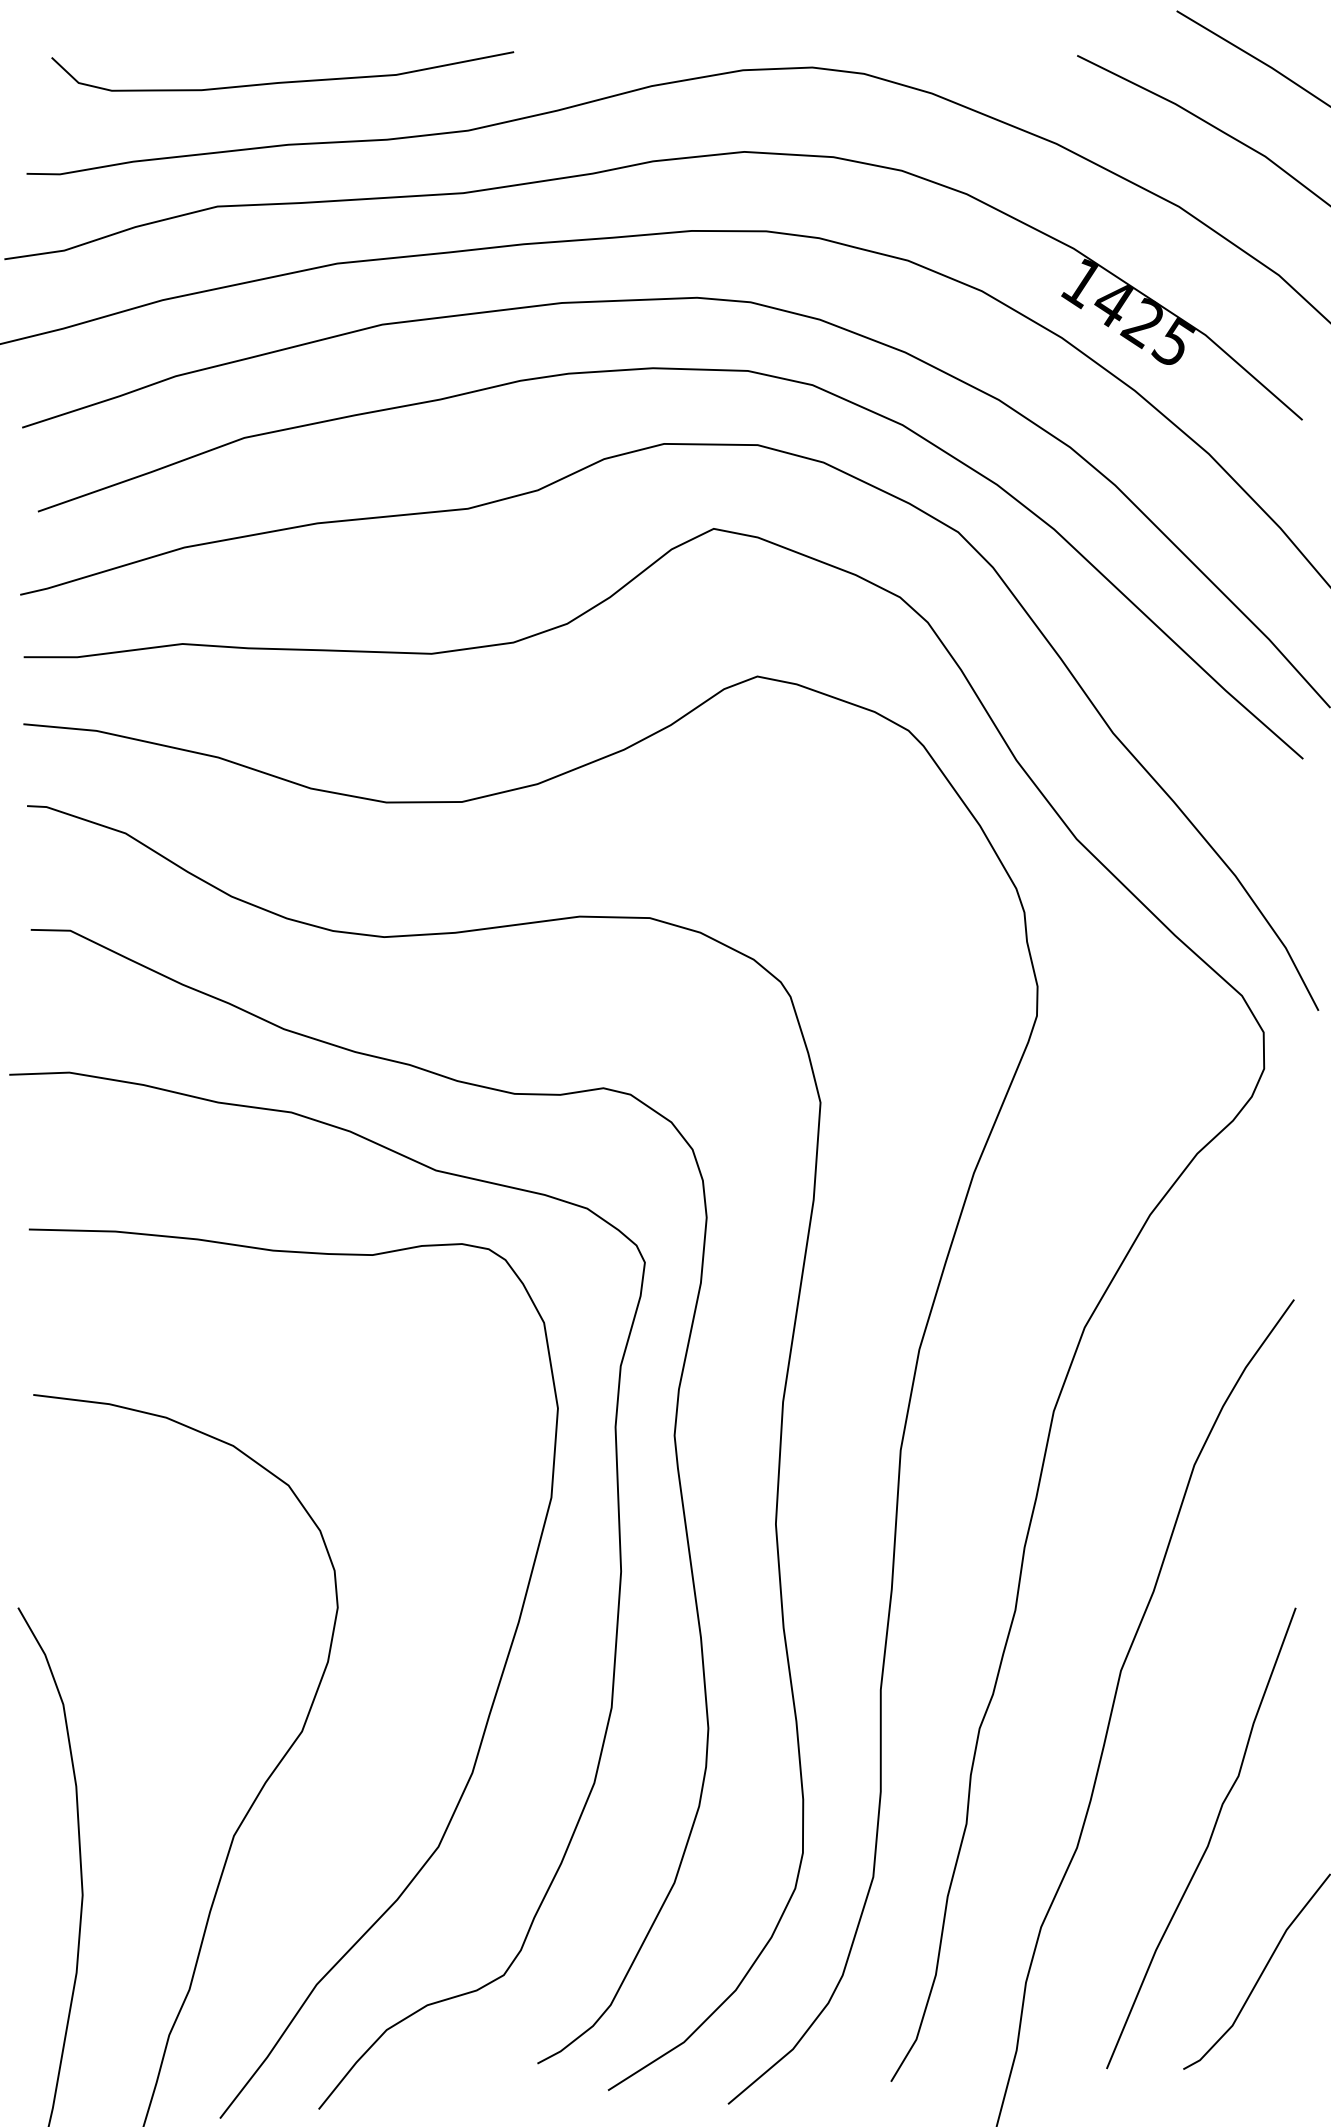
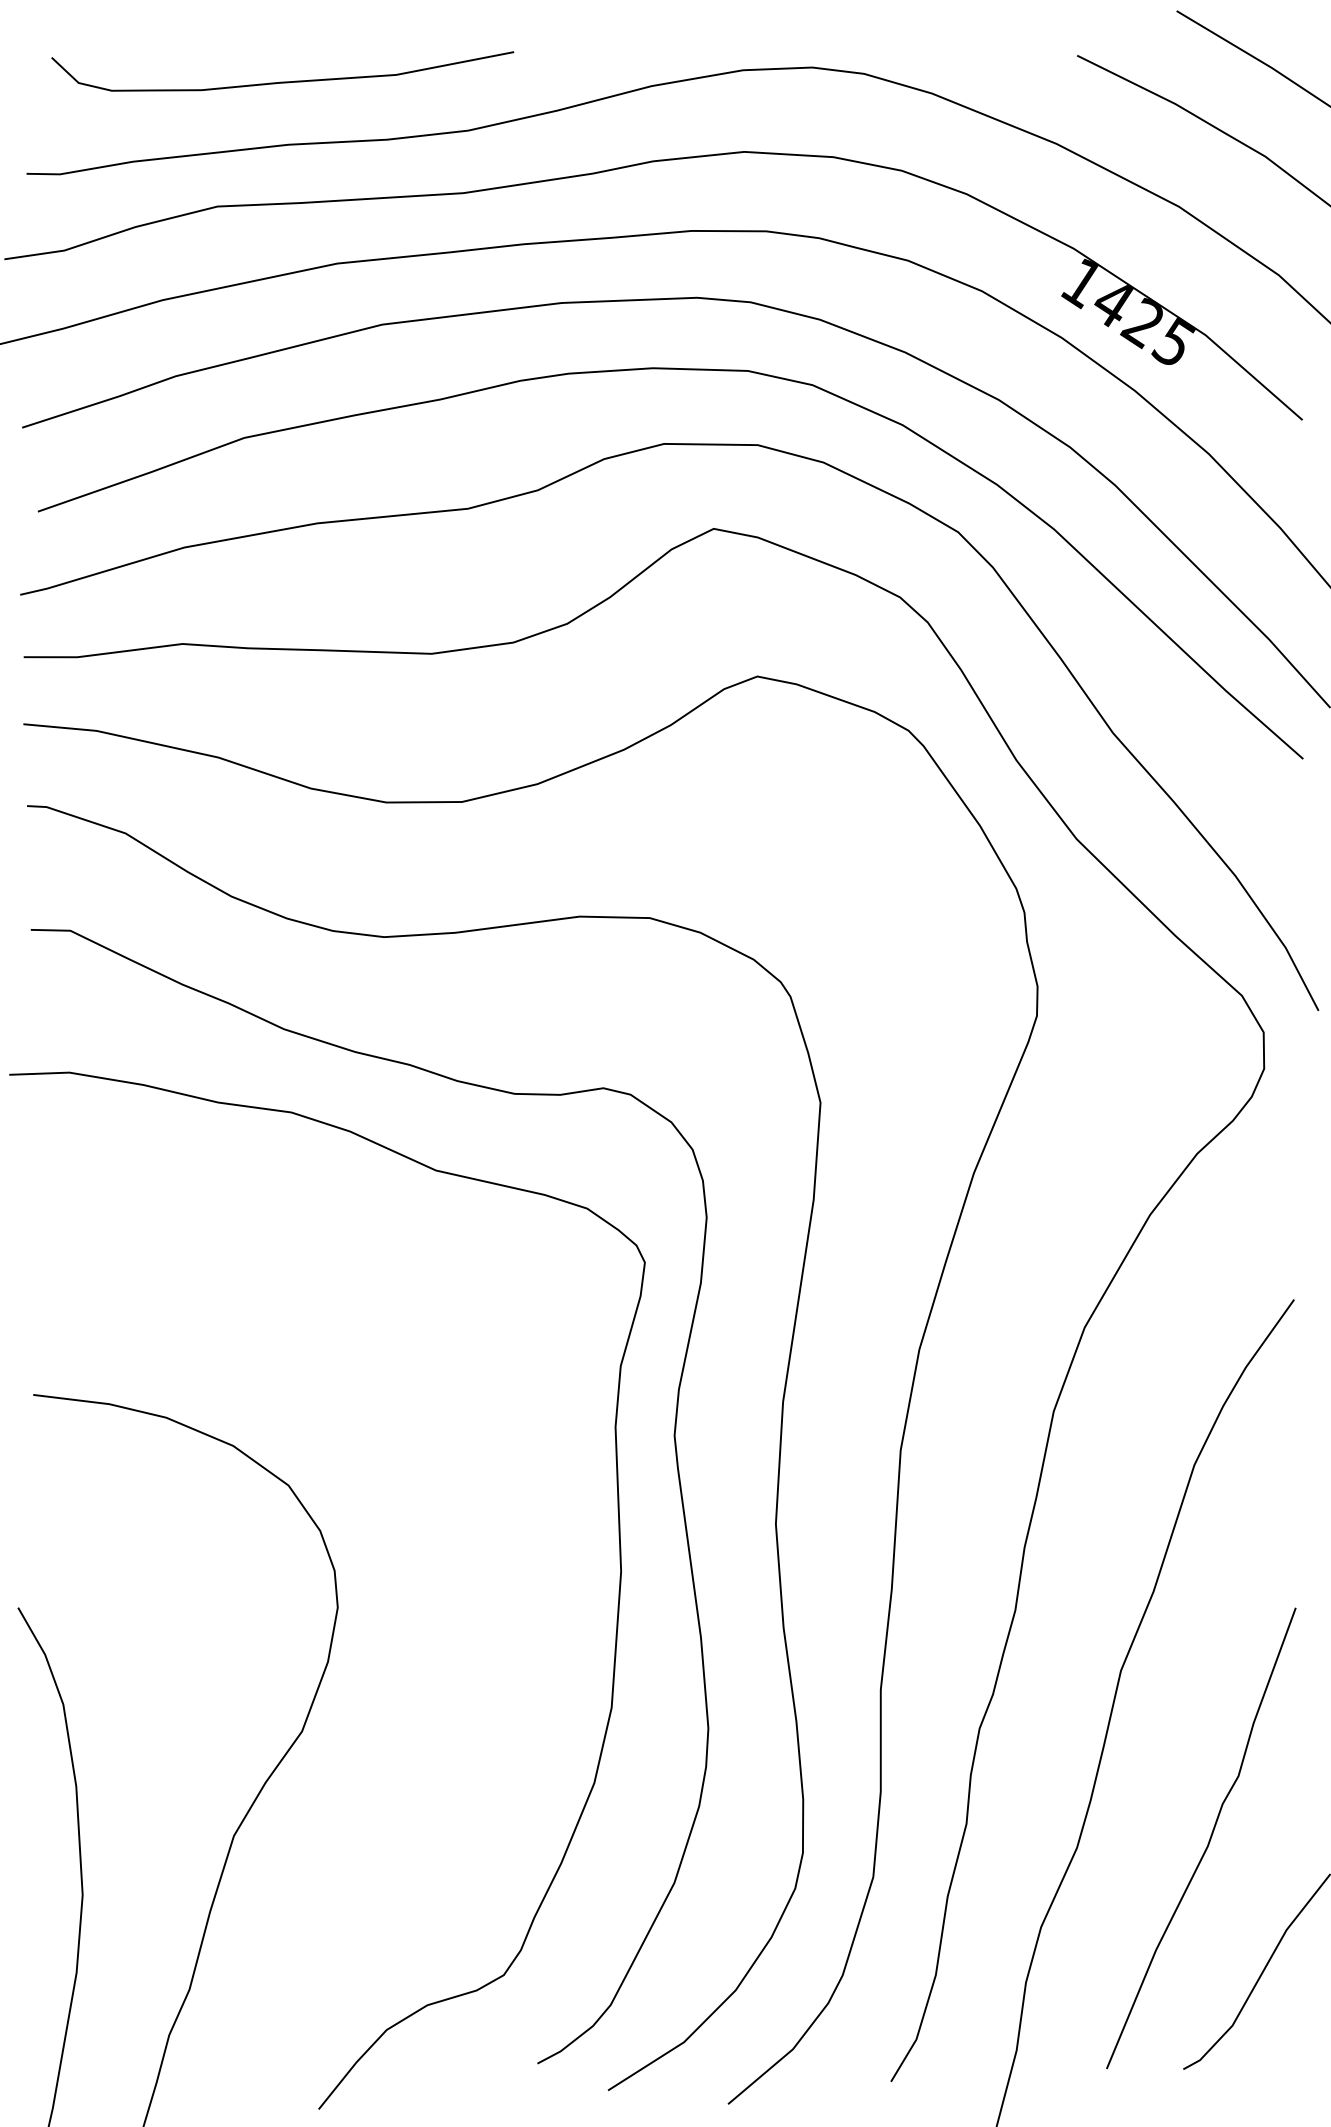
curve at (484, 1727): present -> none
